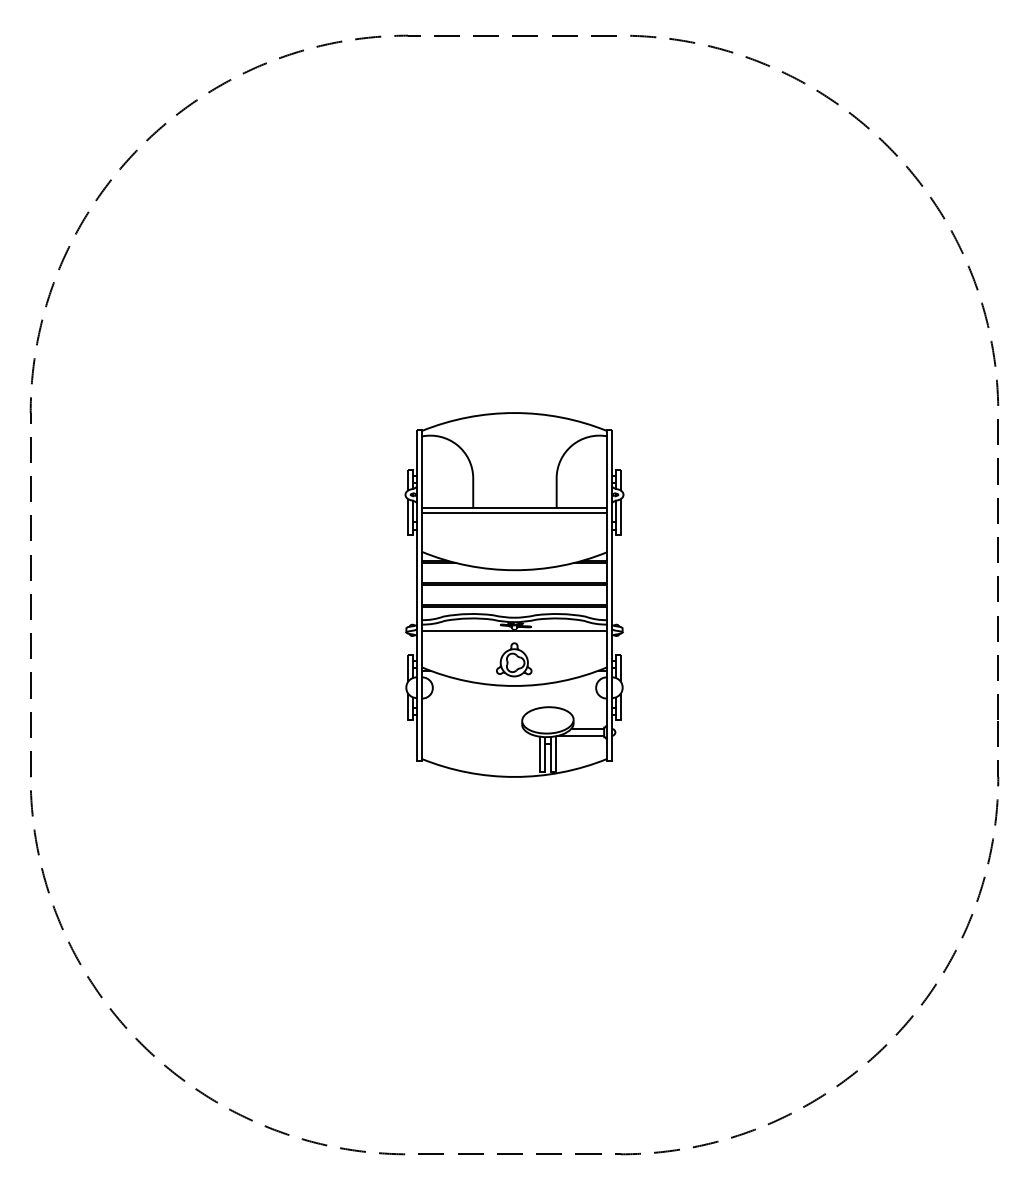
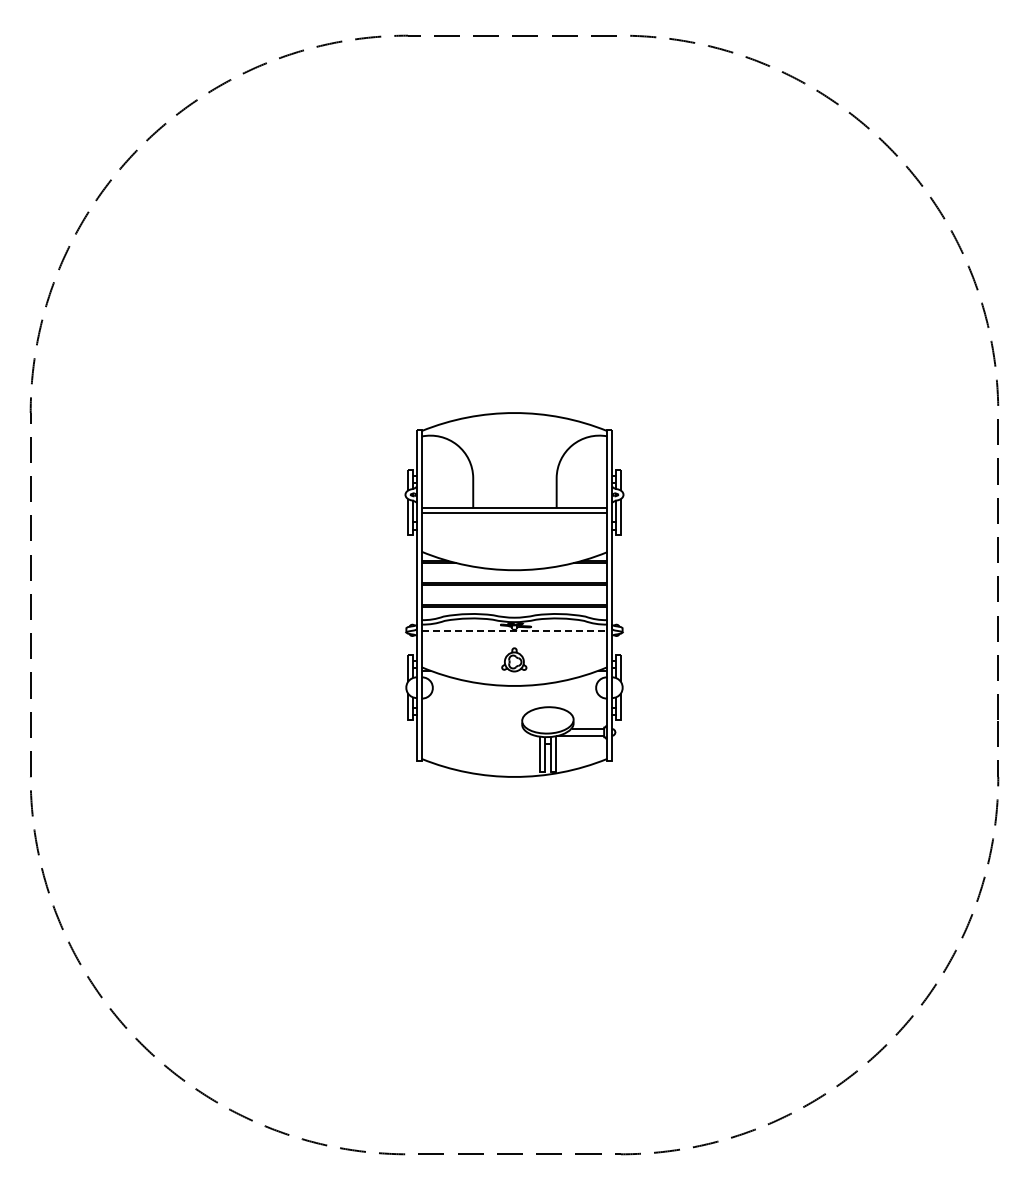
line at (514, 631): solid -> dashed
part at (514, 659) size: 37x36 px -> 27x26 px
